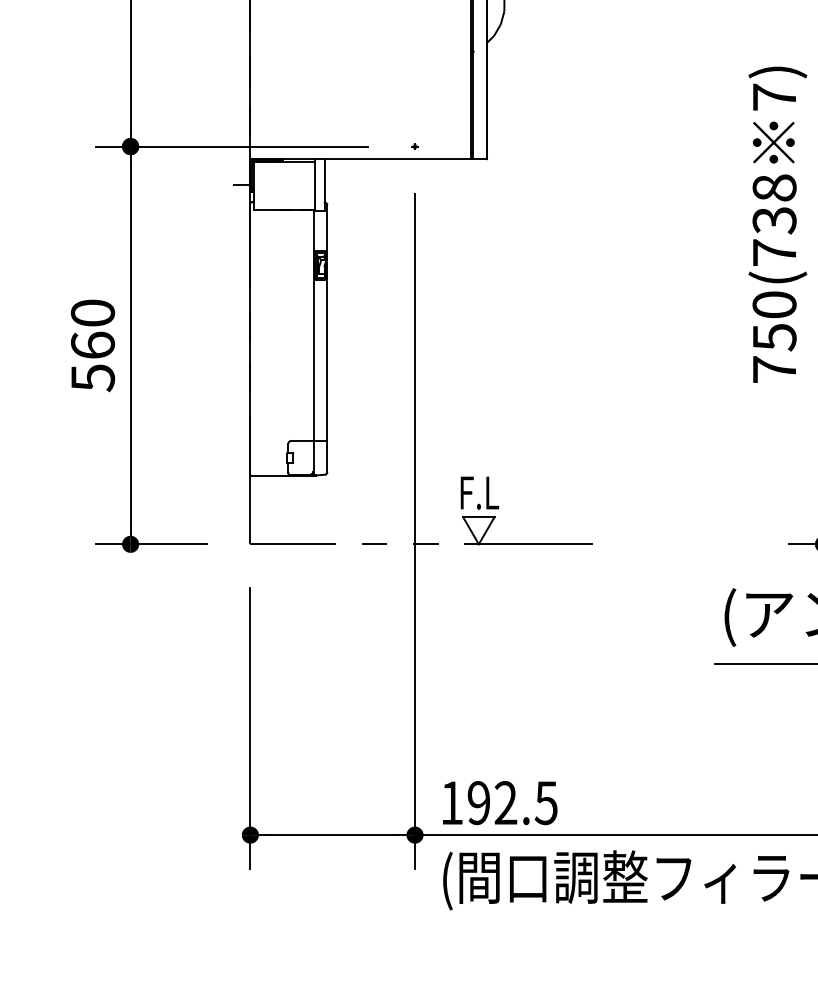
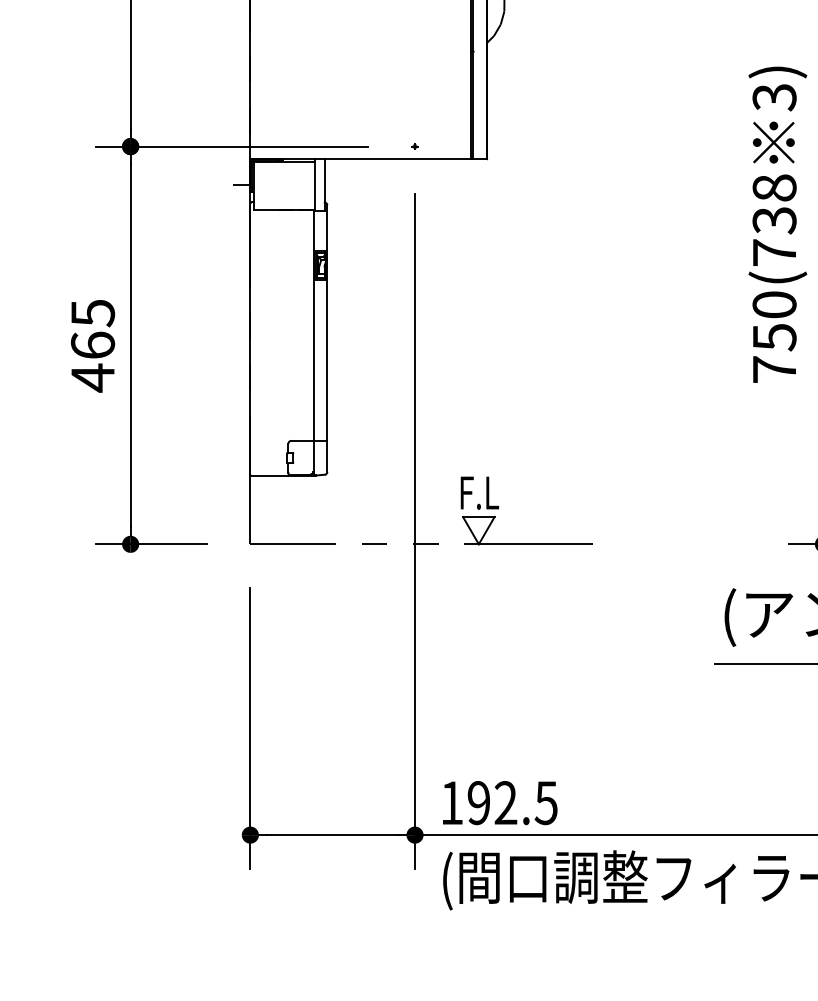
text at (774, 97): 7) -> 3)
text at (92, 345): 560 -> 465
